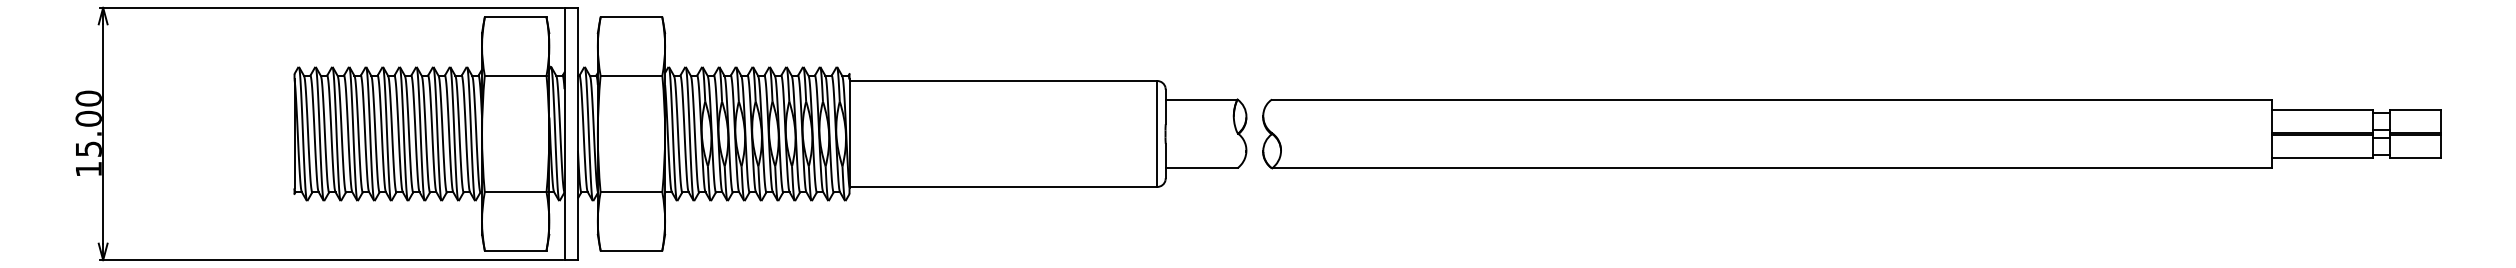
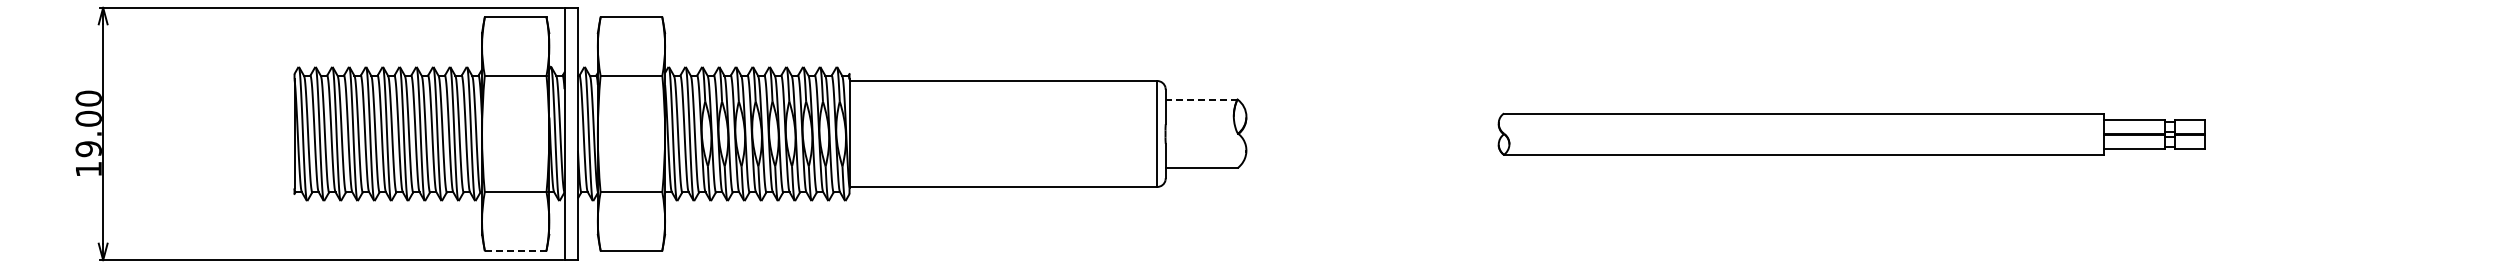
line at (1201, 99): solid -> dashed
part at (1851, 134) size: 1180x71 px -> 709x44 px
text at (88, 149): 15.00 -> 19.00
line at (515, 250): solid -> dashed
